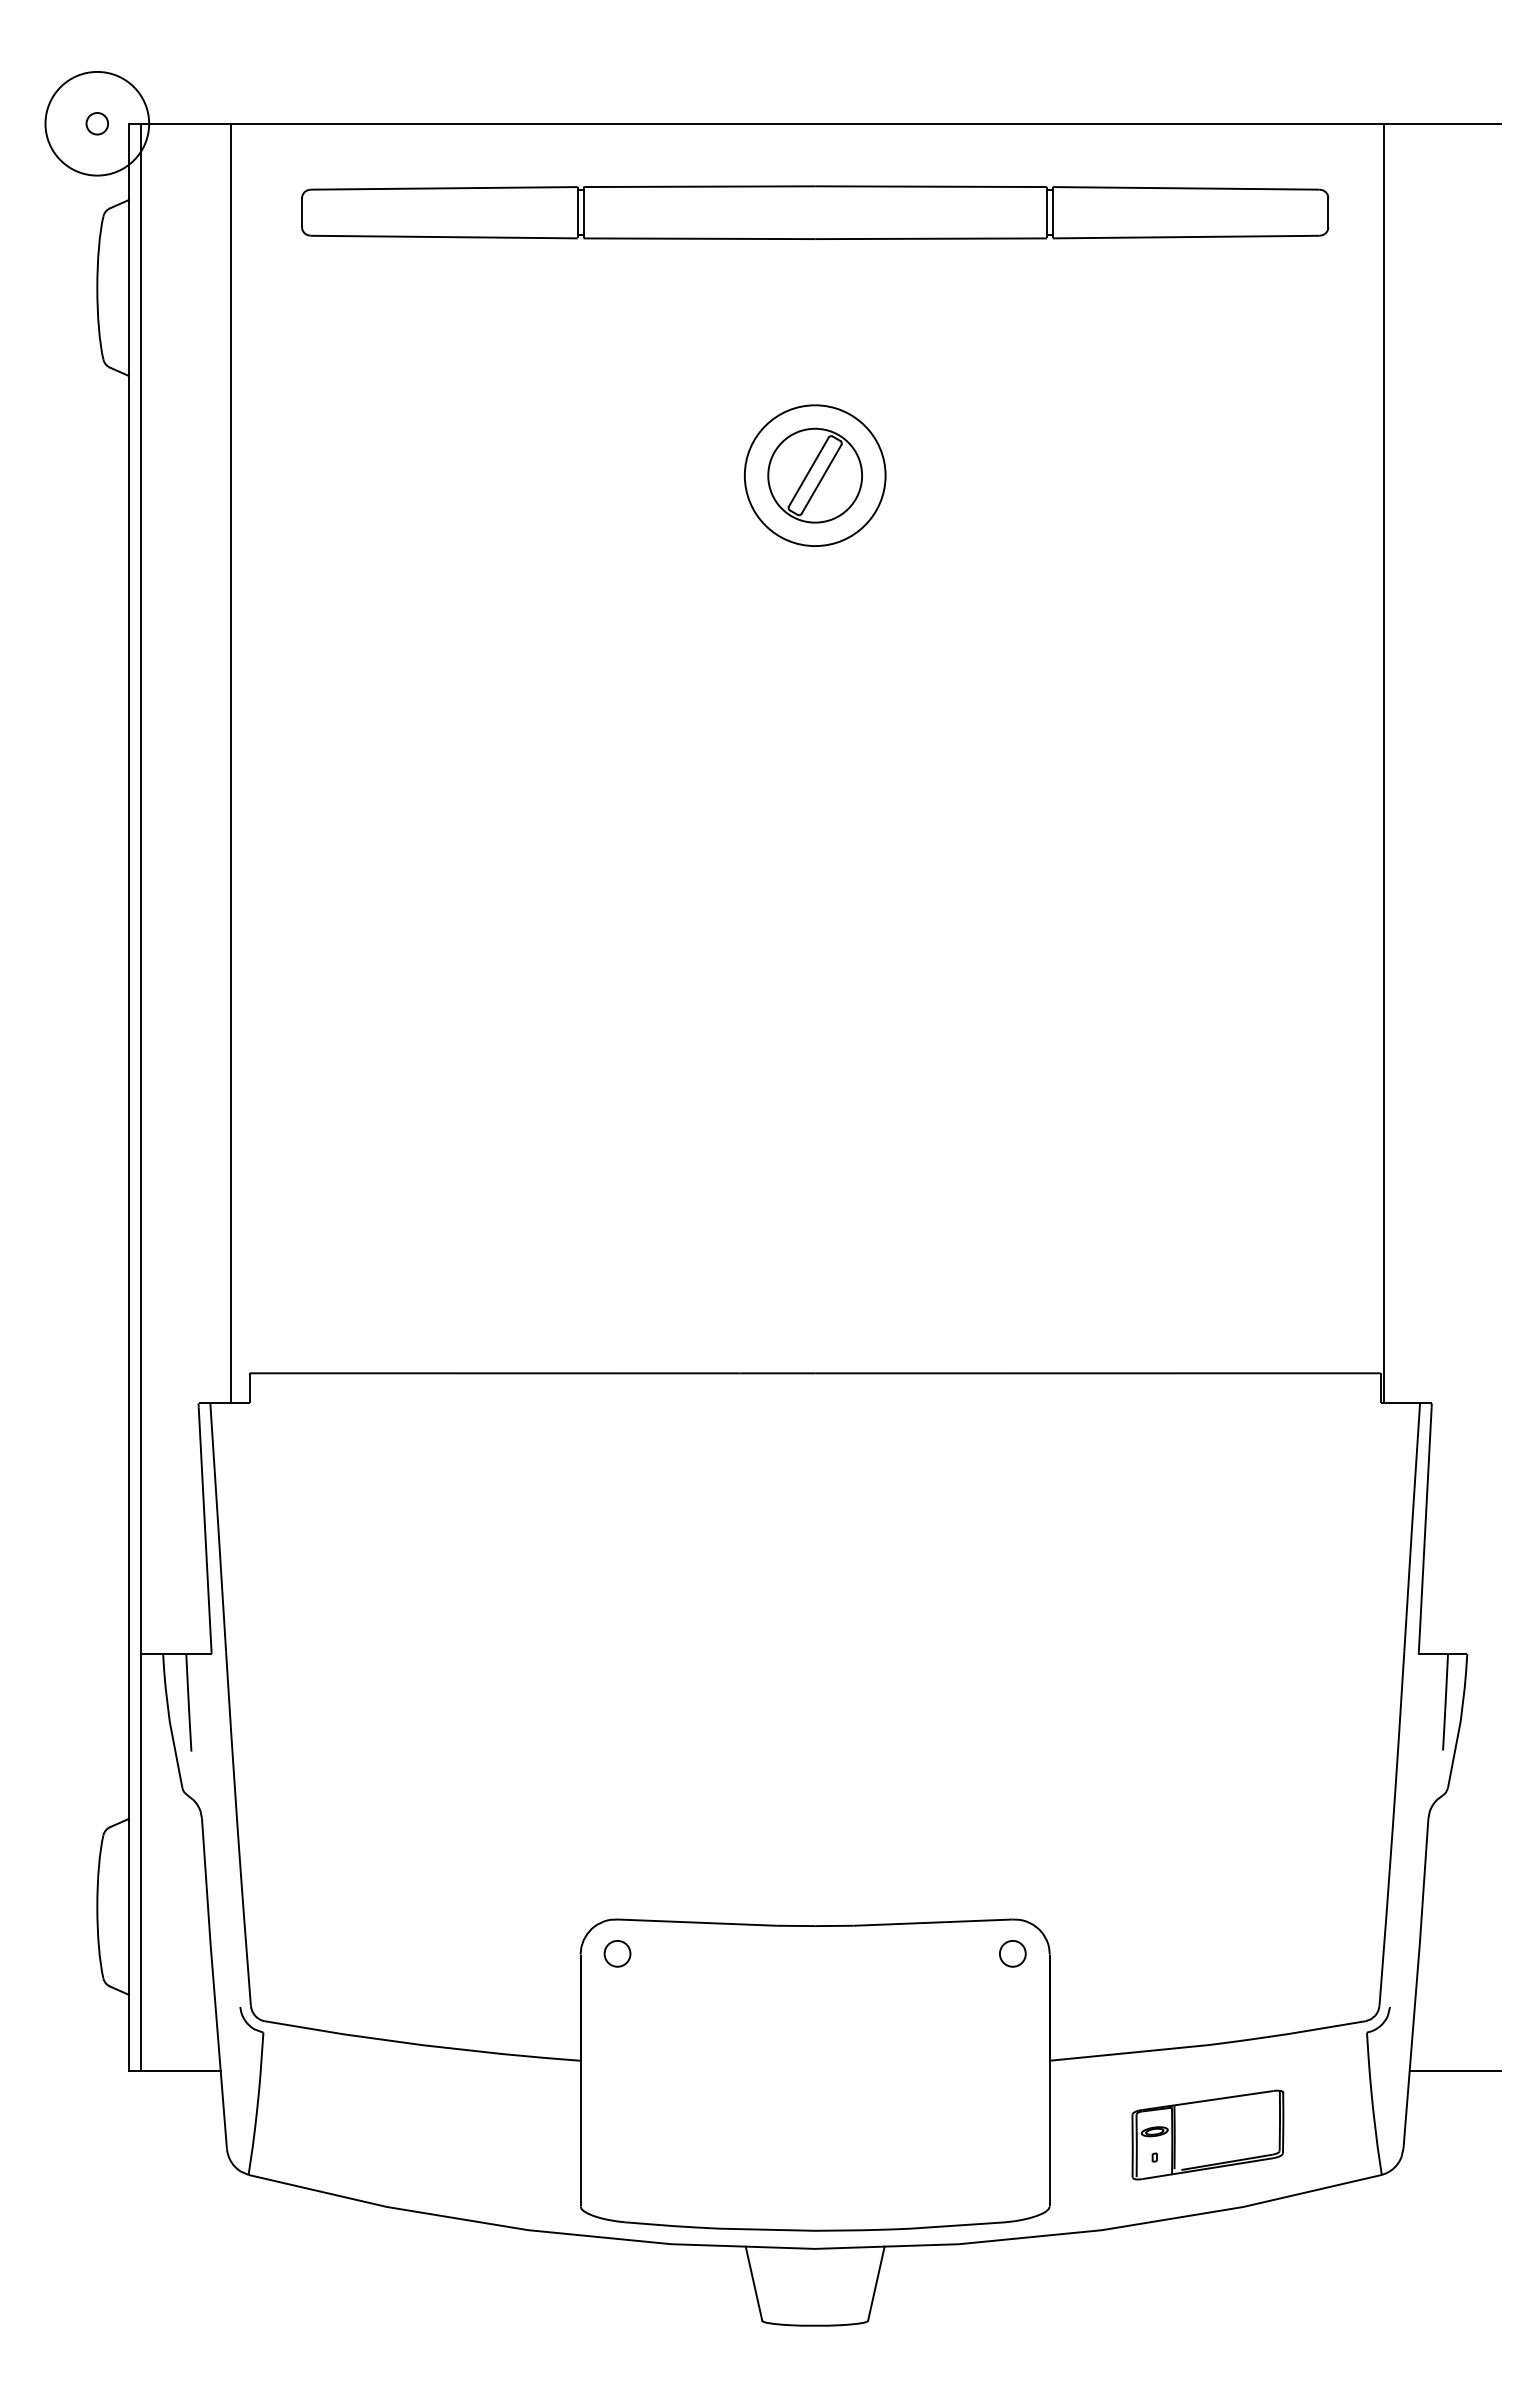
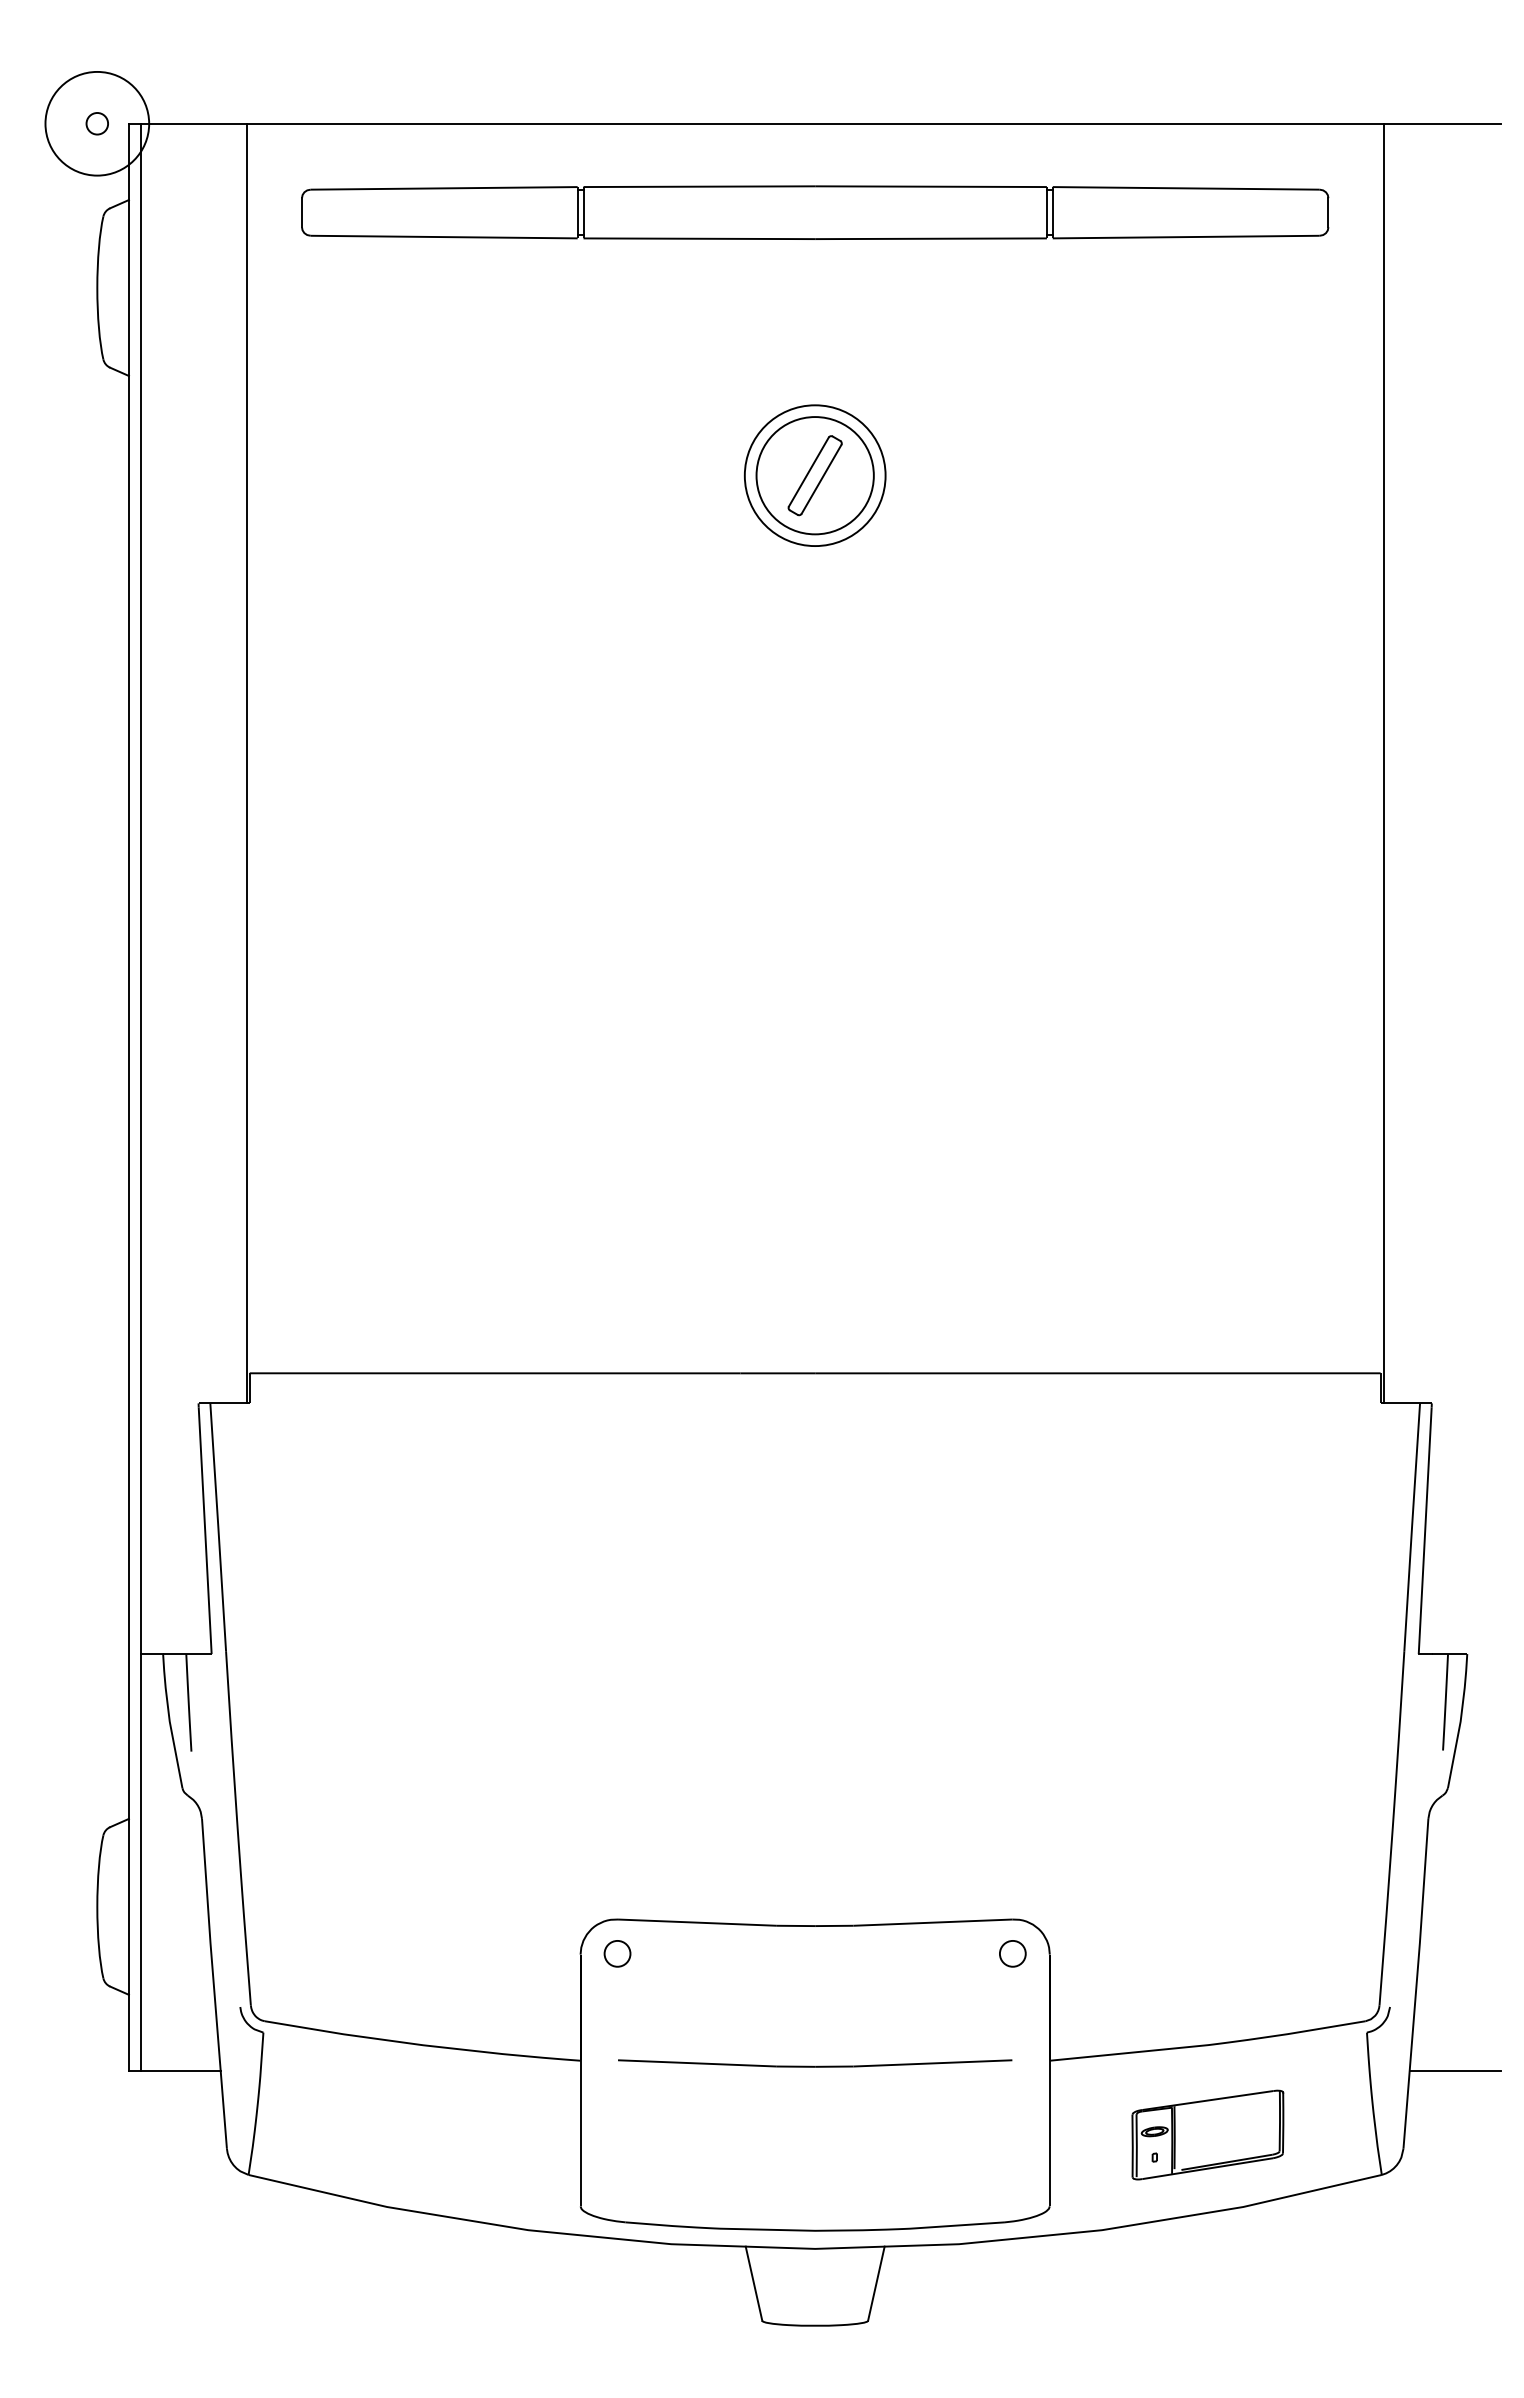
circle at (815, 475) diameter: 94 px -> 117 px
line at (230, 763) position: (230, 763) -> (246, 763)
part at (815, 2063): none -> present
